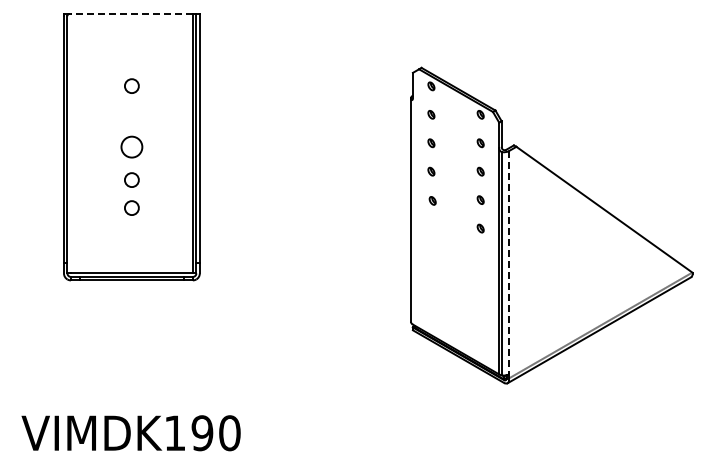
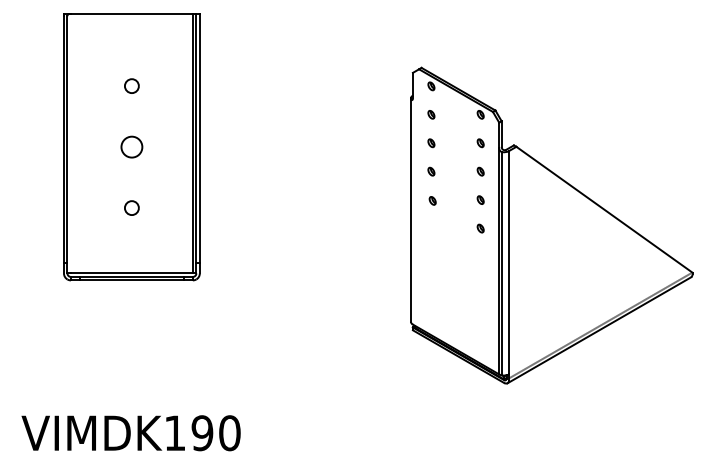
line at (131, 13): dashed -> solid
circle at (131, 179): present -> none
line at (509, 262): dashed -> solid
